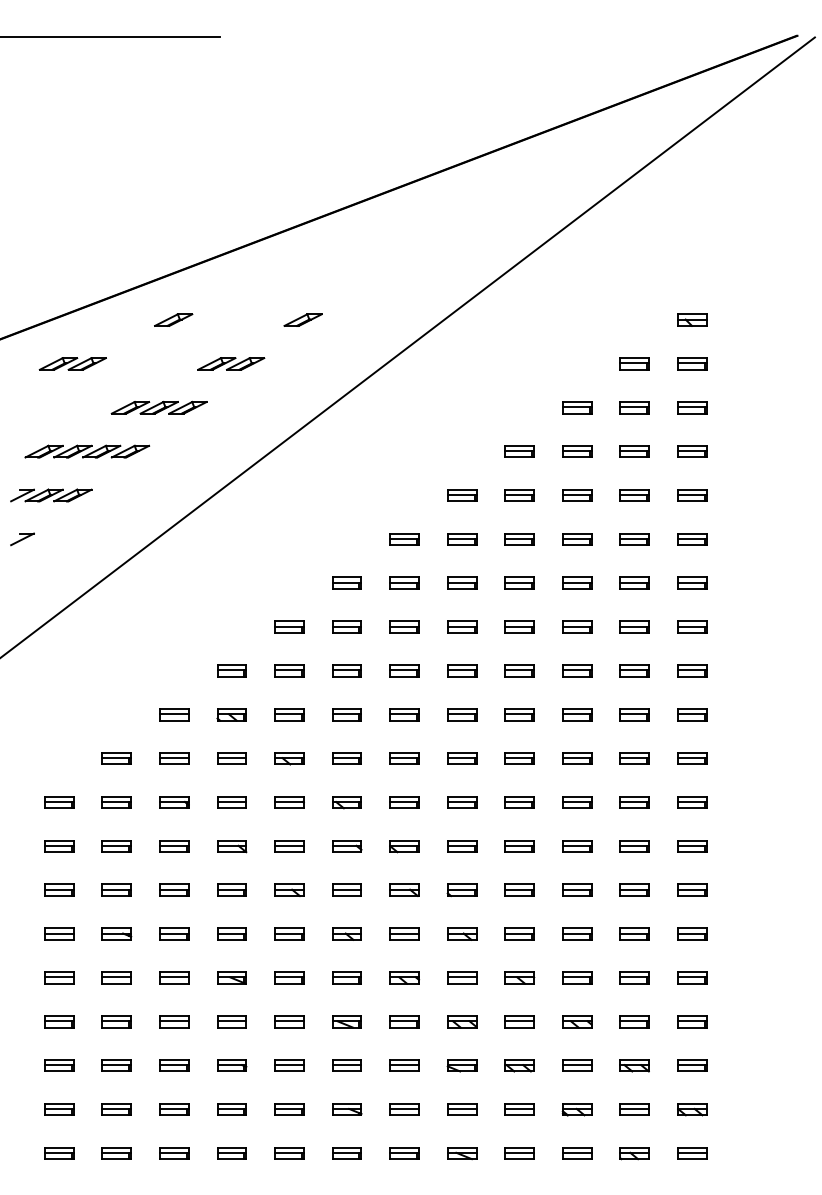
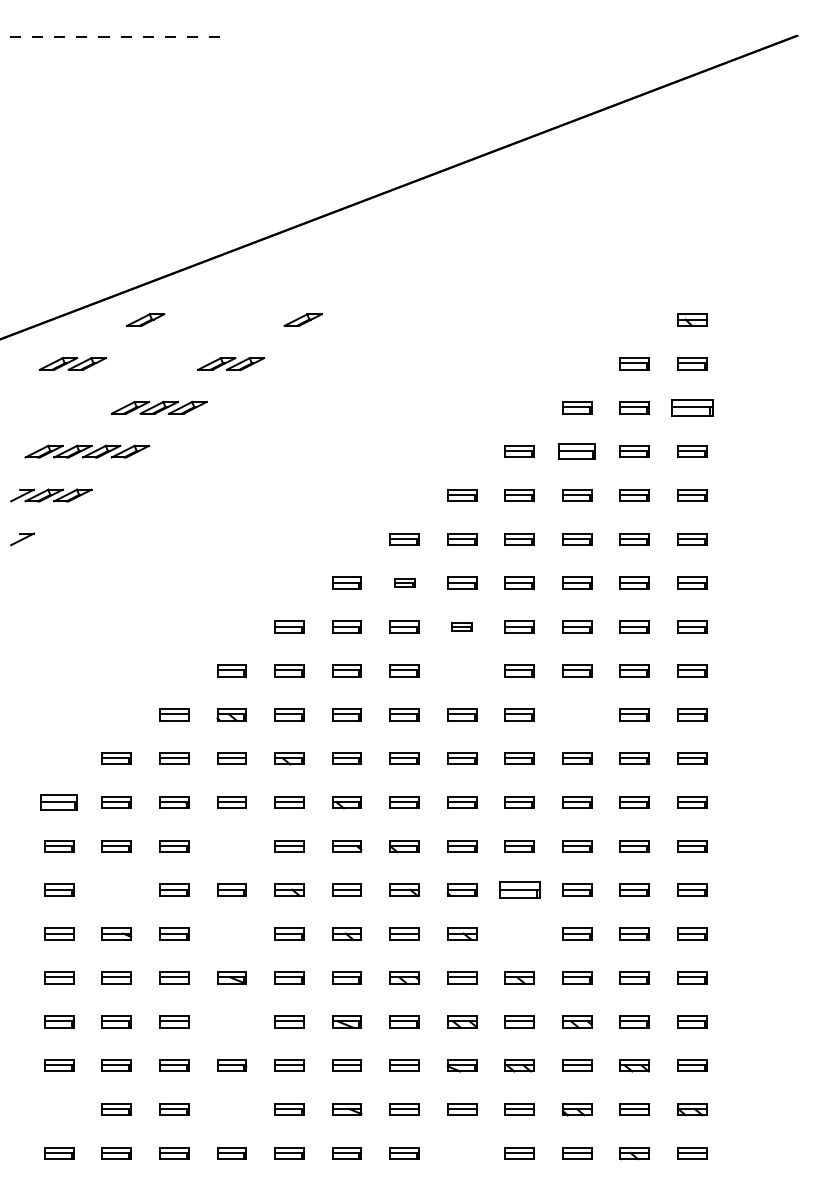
line at (109, 37): solid -> dashed
part at (173, 319) position: (173, 319) -> (145, 319)
line at (408, 346): present -> none
part at (692, 407) size: 31x14 px -> 43x18 px
part at (577, 451) size: 31x13 px -> 38x17 px
part at (404, 582) size: 31x14 px -> 22x10 px
part at (462, 626) size: 31x14 px -> 22x10 px
part at (462, 670): present -> none
part at (577, 714): present -> none
part at (59, 802) size: 31x13 px -> 38x17 px
part at (232, 846): present -> none
part at (116, 889): present -> none
part at (519, 889) size: 31x14 px -> 42x18 px
part at (231, 933): present -> none
part at (519, 933): present -> none
part at (231, 1021): present -> none
part at (59, 1109): present -> none
part at (231, 1109): present -> none
part at (462, 1153): present -> none
